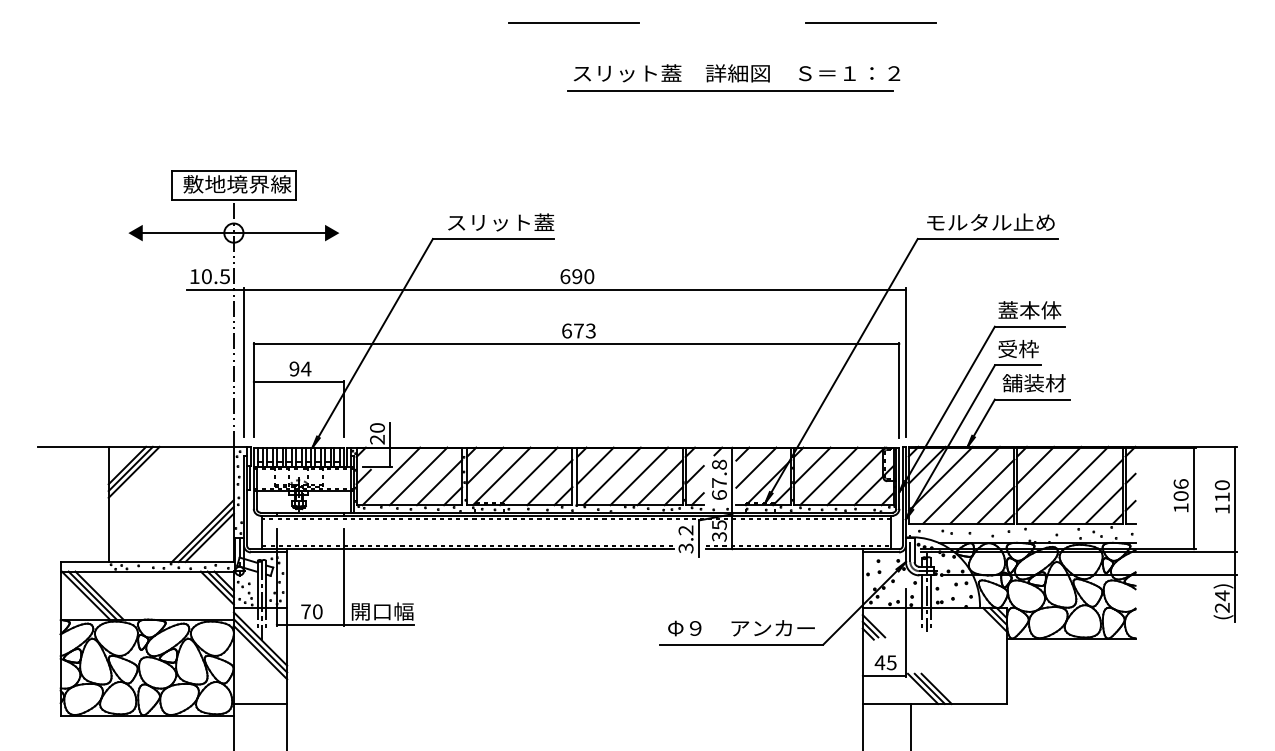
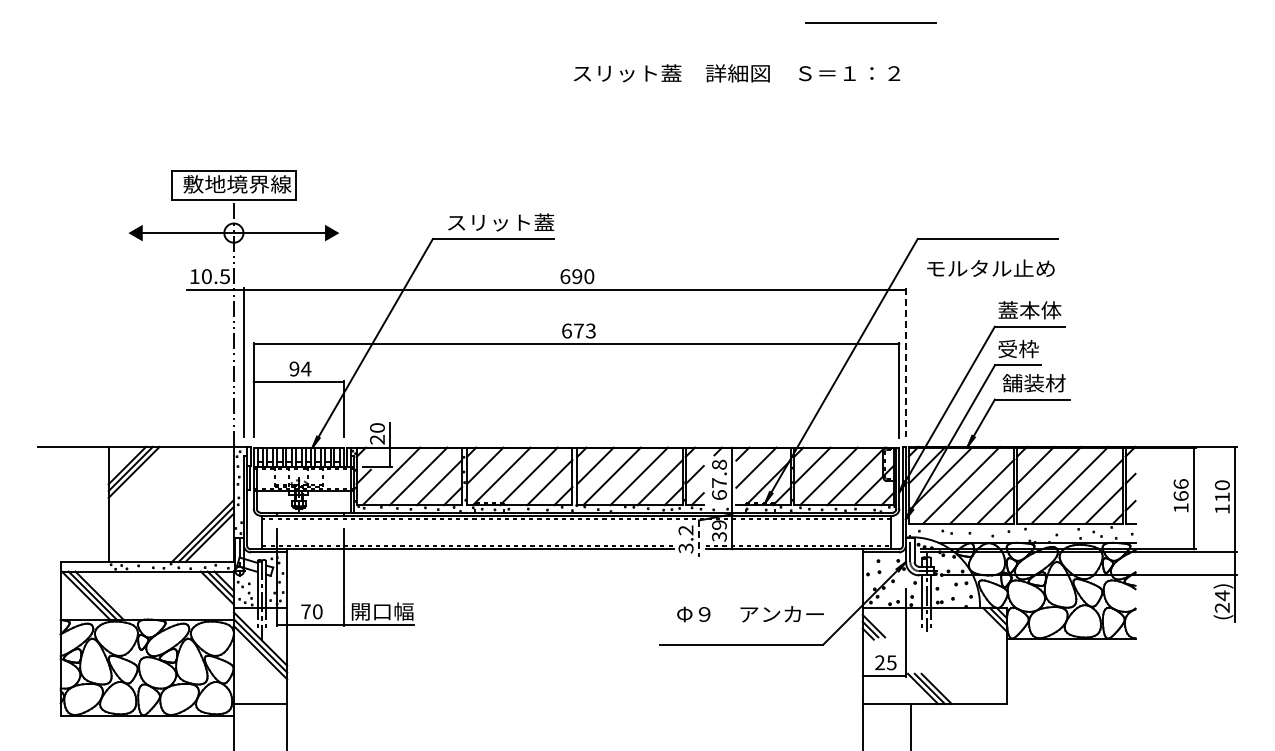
line at (573, 22): present -> none
line at (730, 90): present -> none
text at (990, 221) position: (990, 221) -> (990, 267)
line at (905, 362): solid -> dashed
text at (1180, 495): 106 -> 166
text at (719, 525): 35 -> 39
line at (698, 539): solid -> dashed
text at (741, 628) position: (741, 628) -> (750, 614)
text at (879, 662): 45 -> 25
